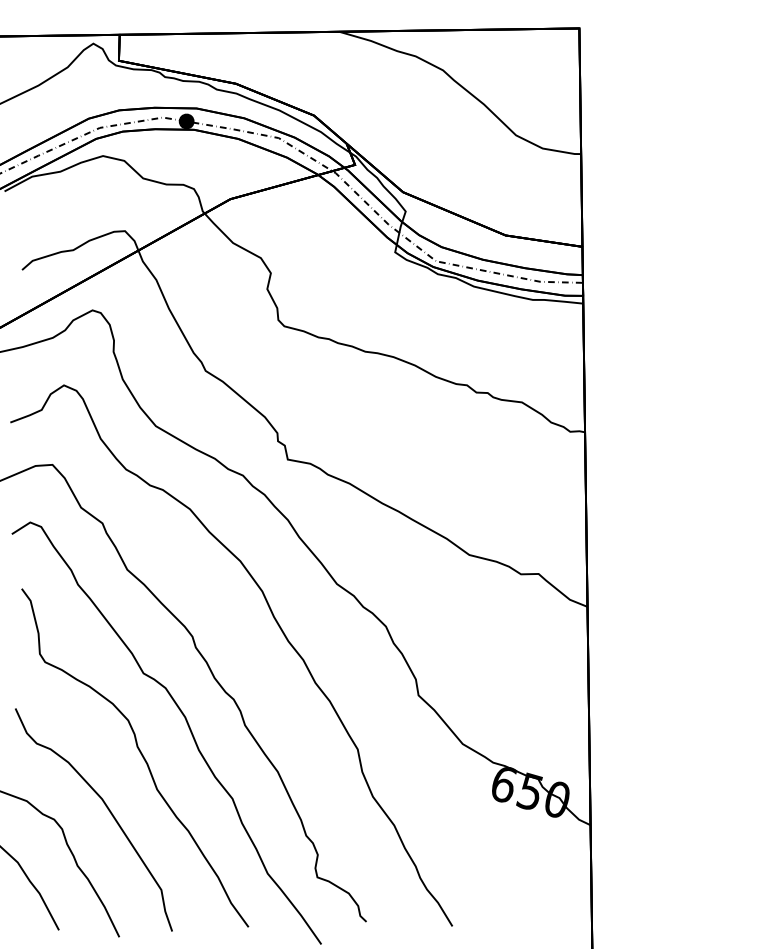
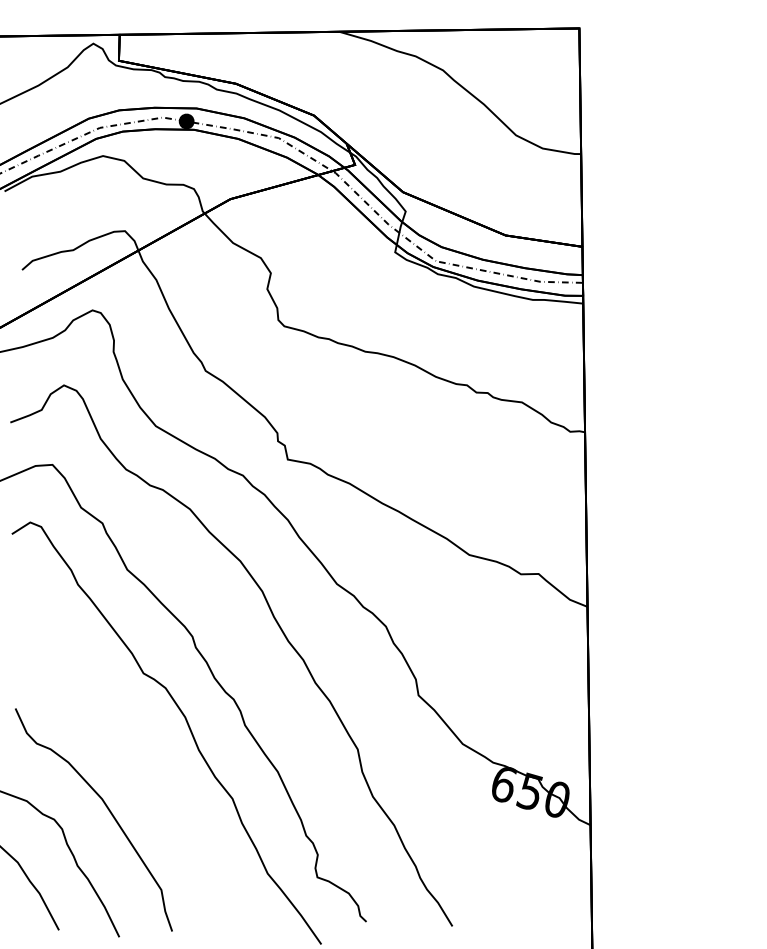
curve at (140, 754): present -> none
